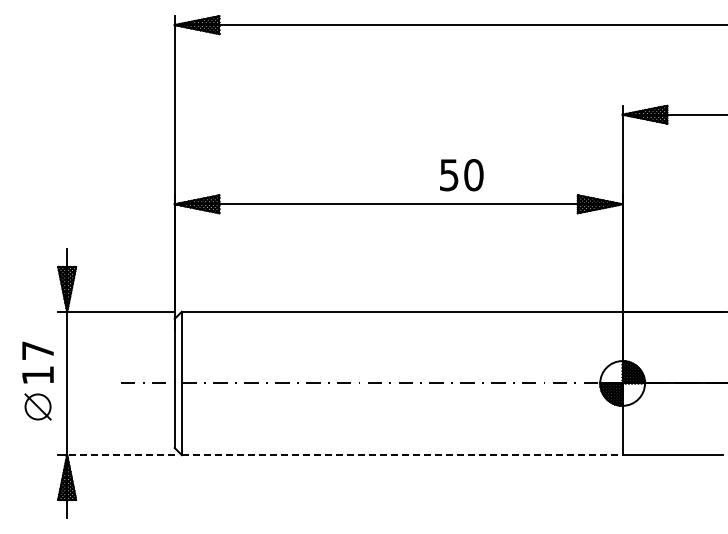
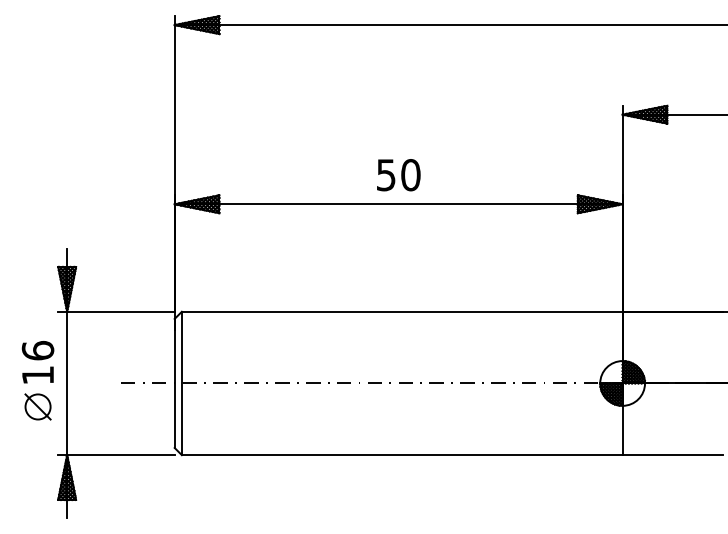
text at (461, 175) position: (461, 175) -> (398, 175)
text at (37, 350): 17 -> 16
line at (120, 455): dashed -> solid
line at (402, 455): dashed -> solid
